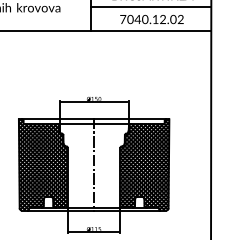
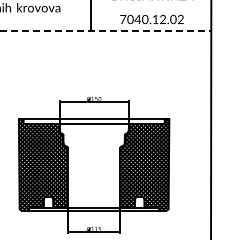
line at (150, 6): present -> none
line at (106, 31): solid -> dashed
line at (94, 164): present -> none
